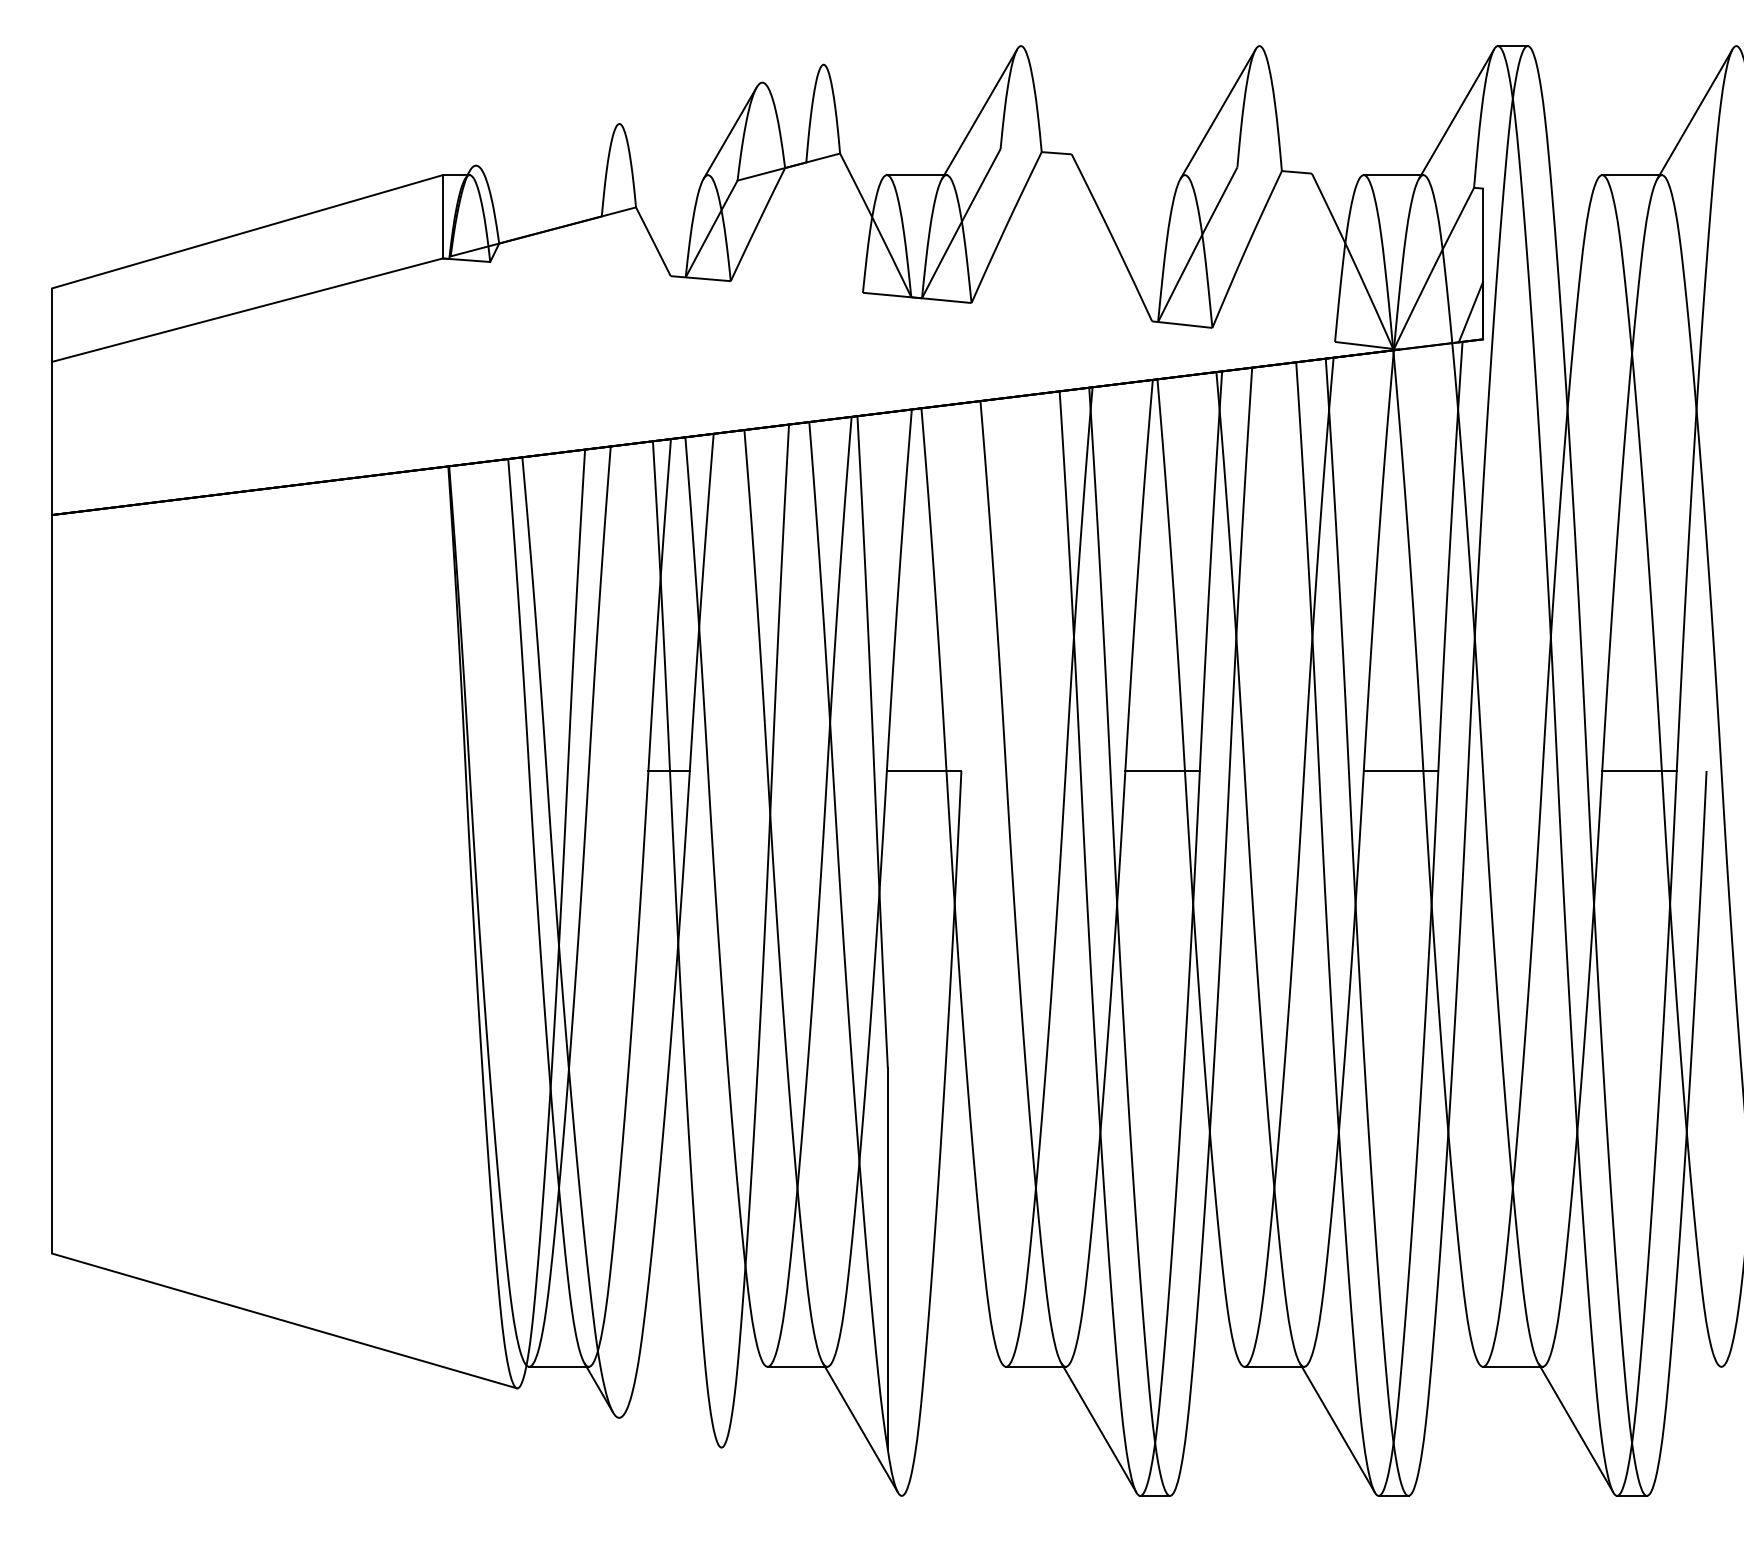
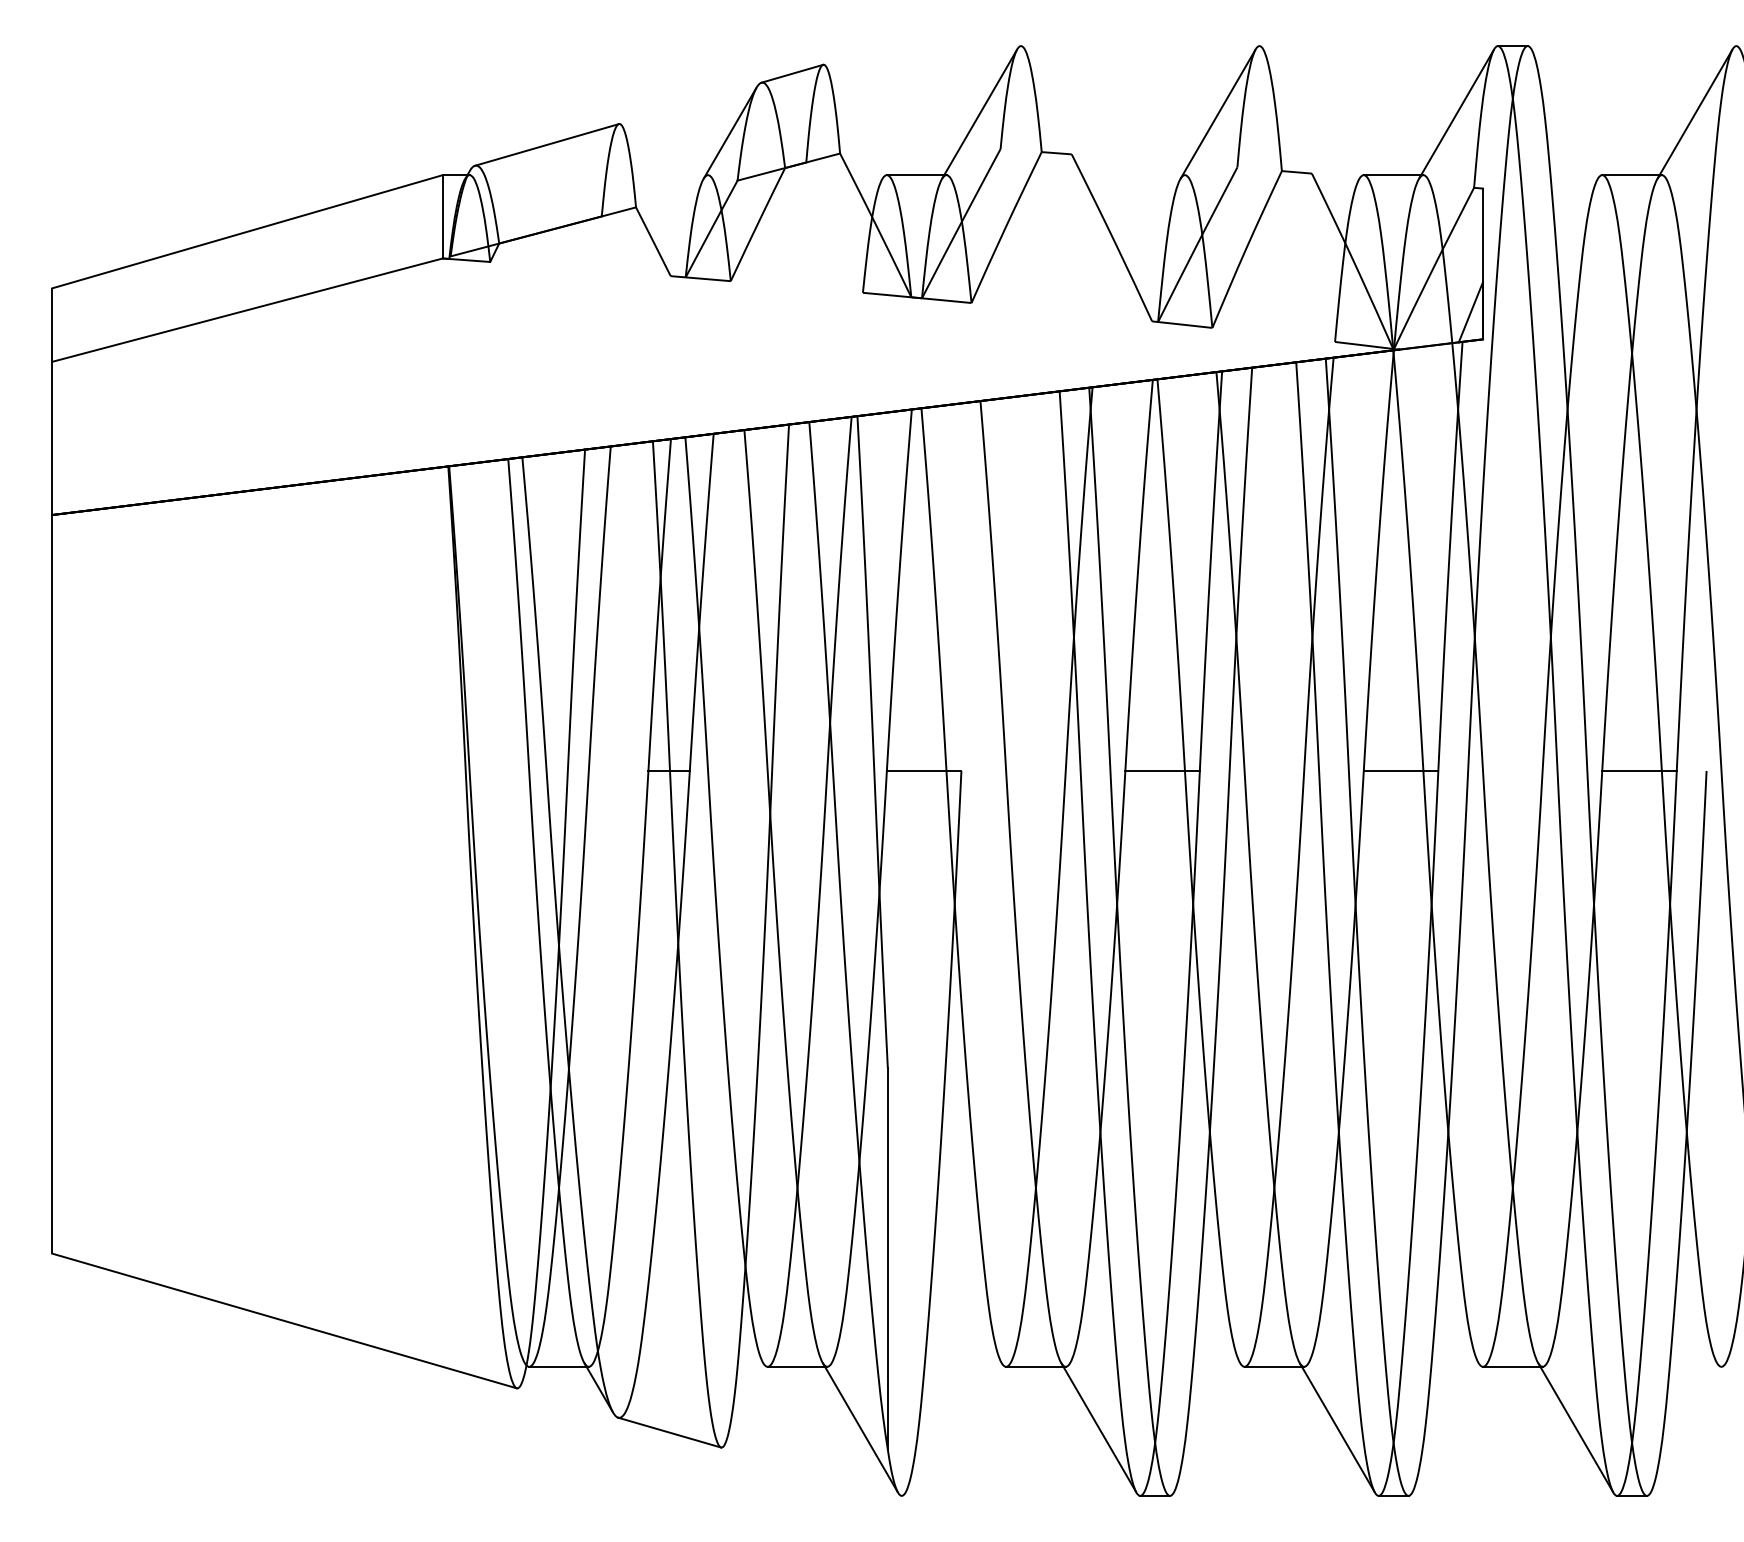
line at (792, 73): none -> present
line at (546, 144): none -> present
line at (669, 1432): none -> present
